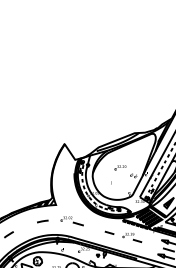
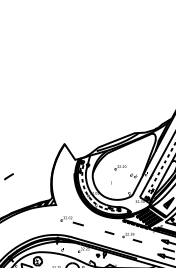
line at (42, 221): present -> none
line at (8, 234) position: (8, 234) -> (8, 176)
